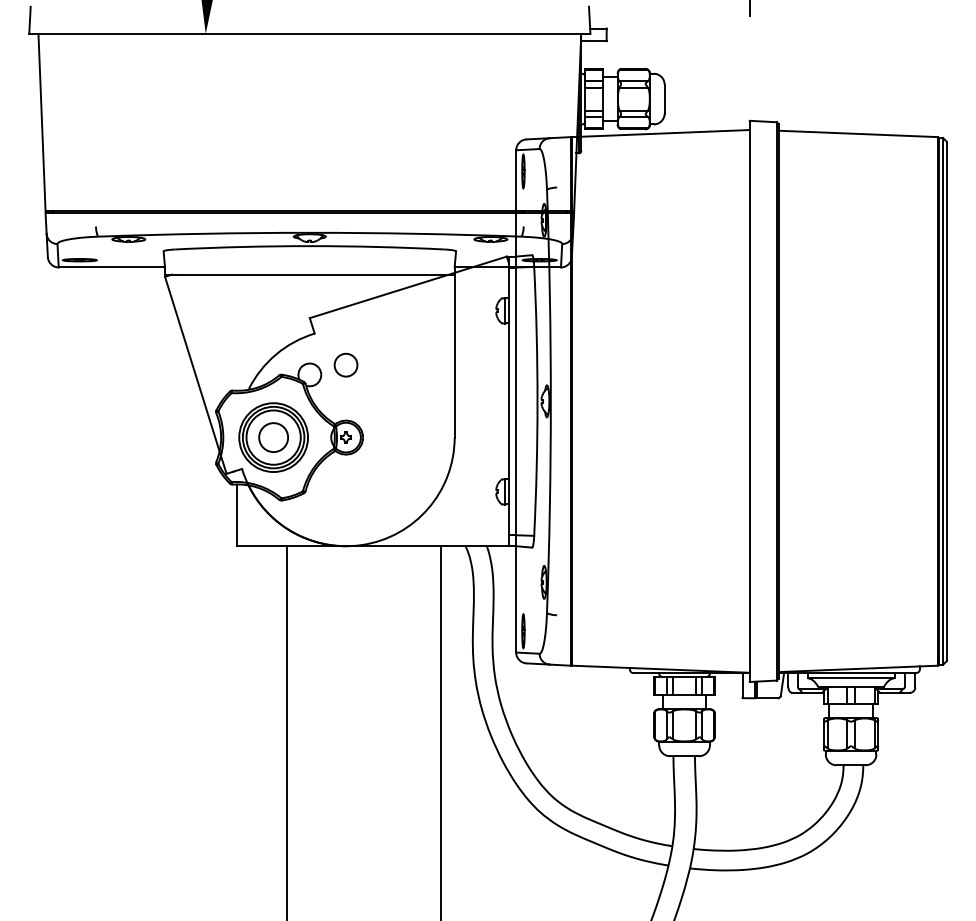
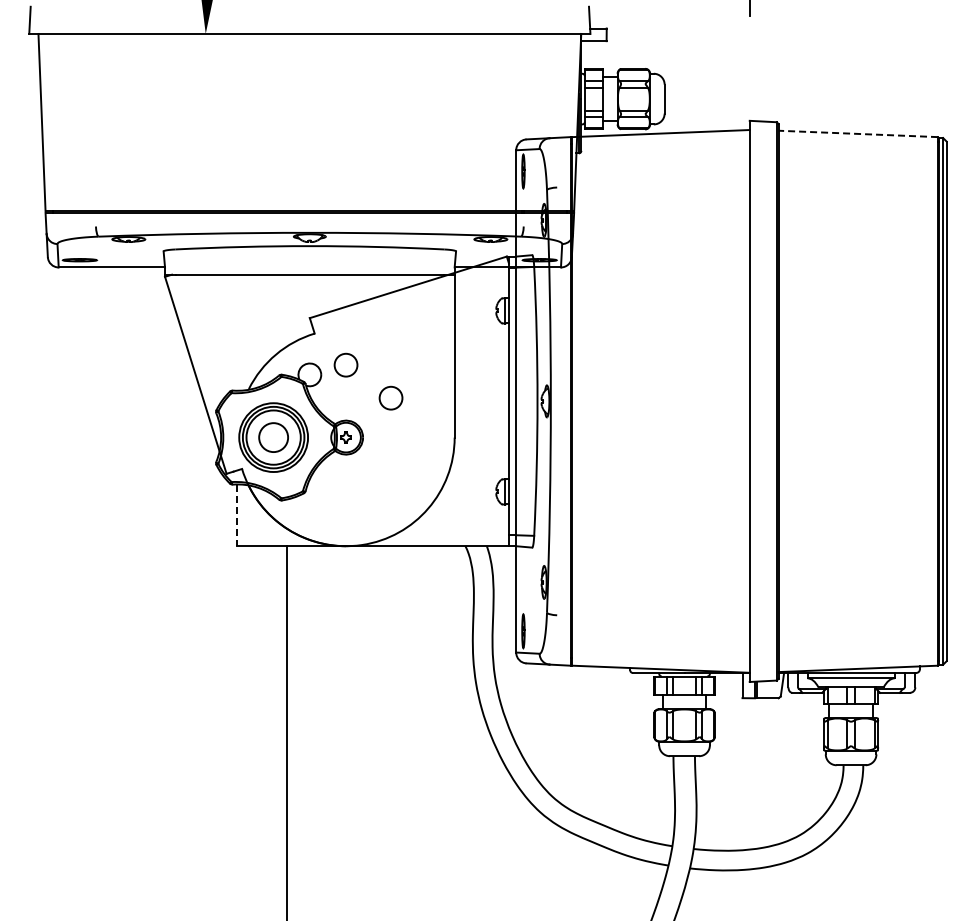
line at (858, 133): solid -> dashed
circle at (390, 397): none -> present
line at (237, 515): solid -> dashed
line at (441, 731): present -> none
